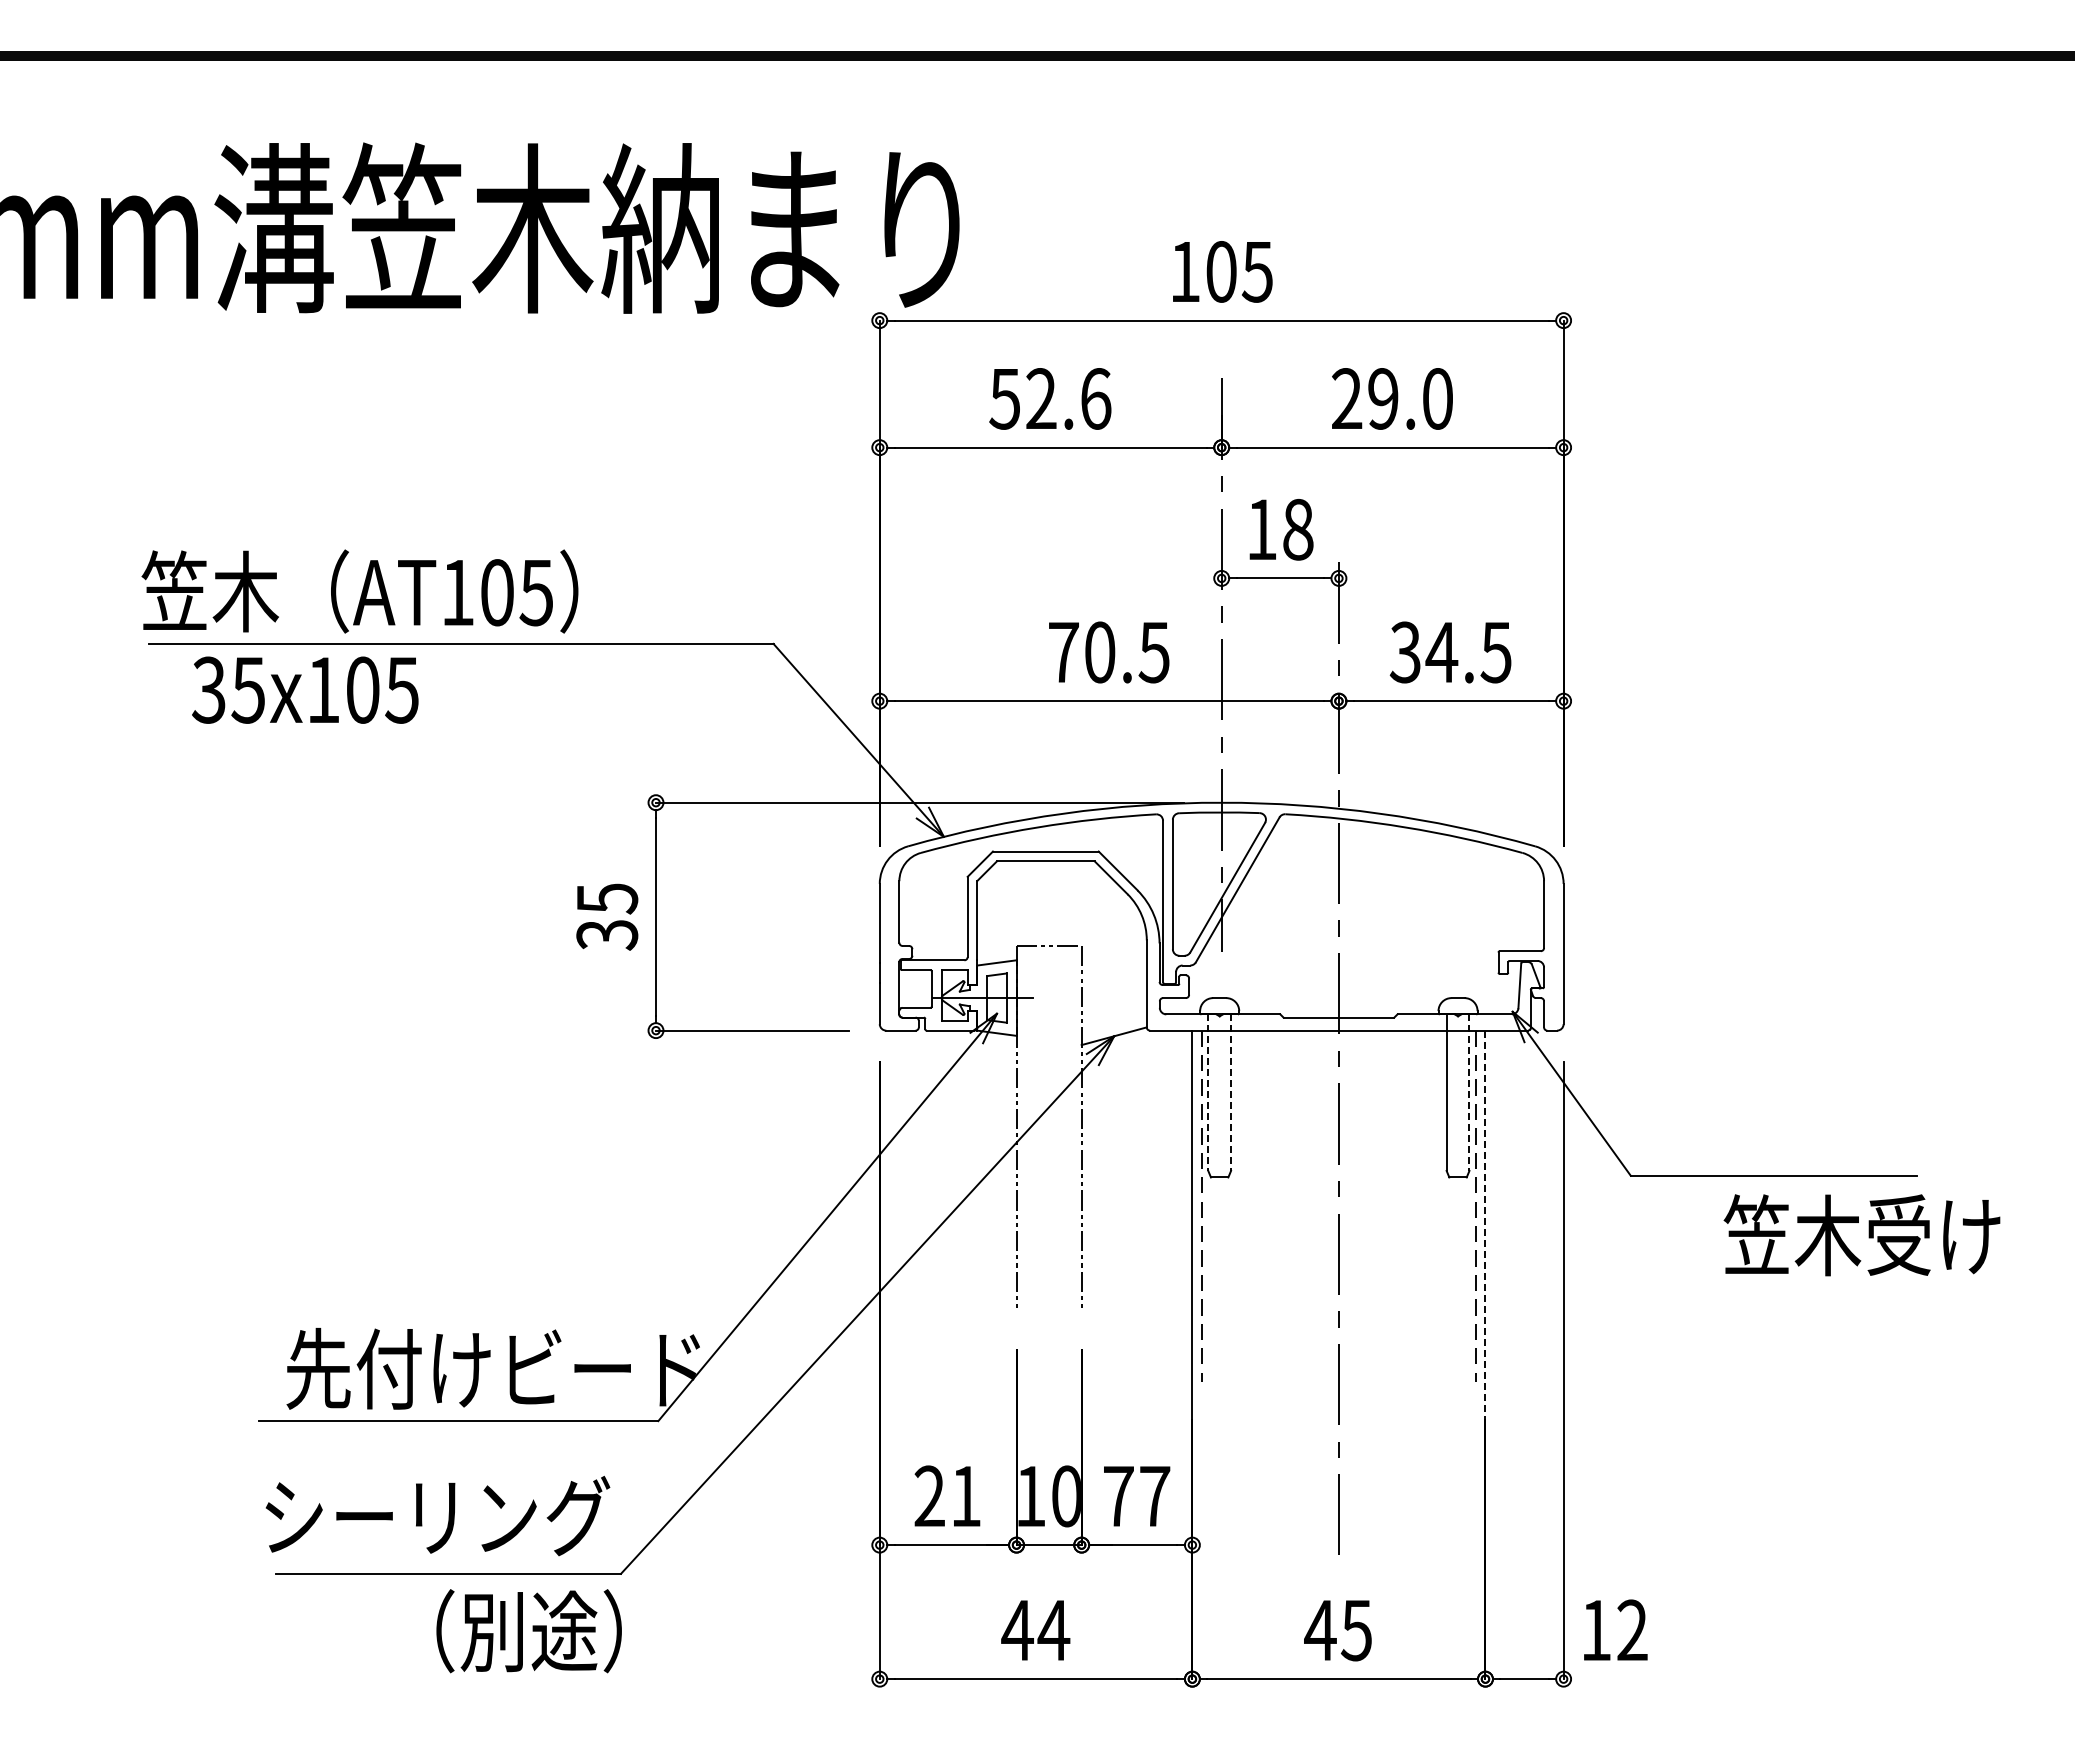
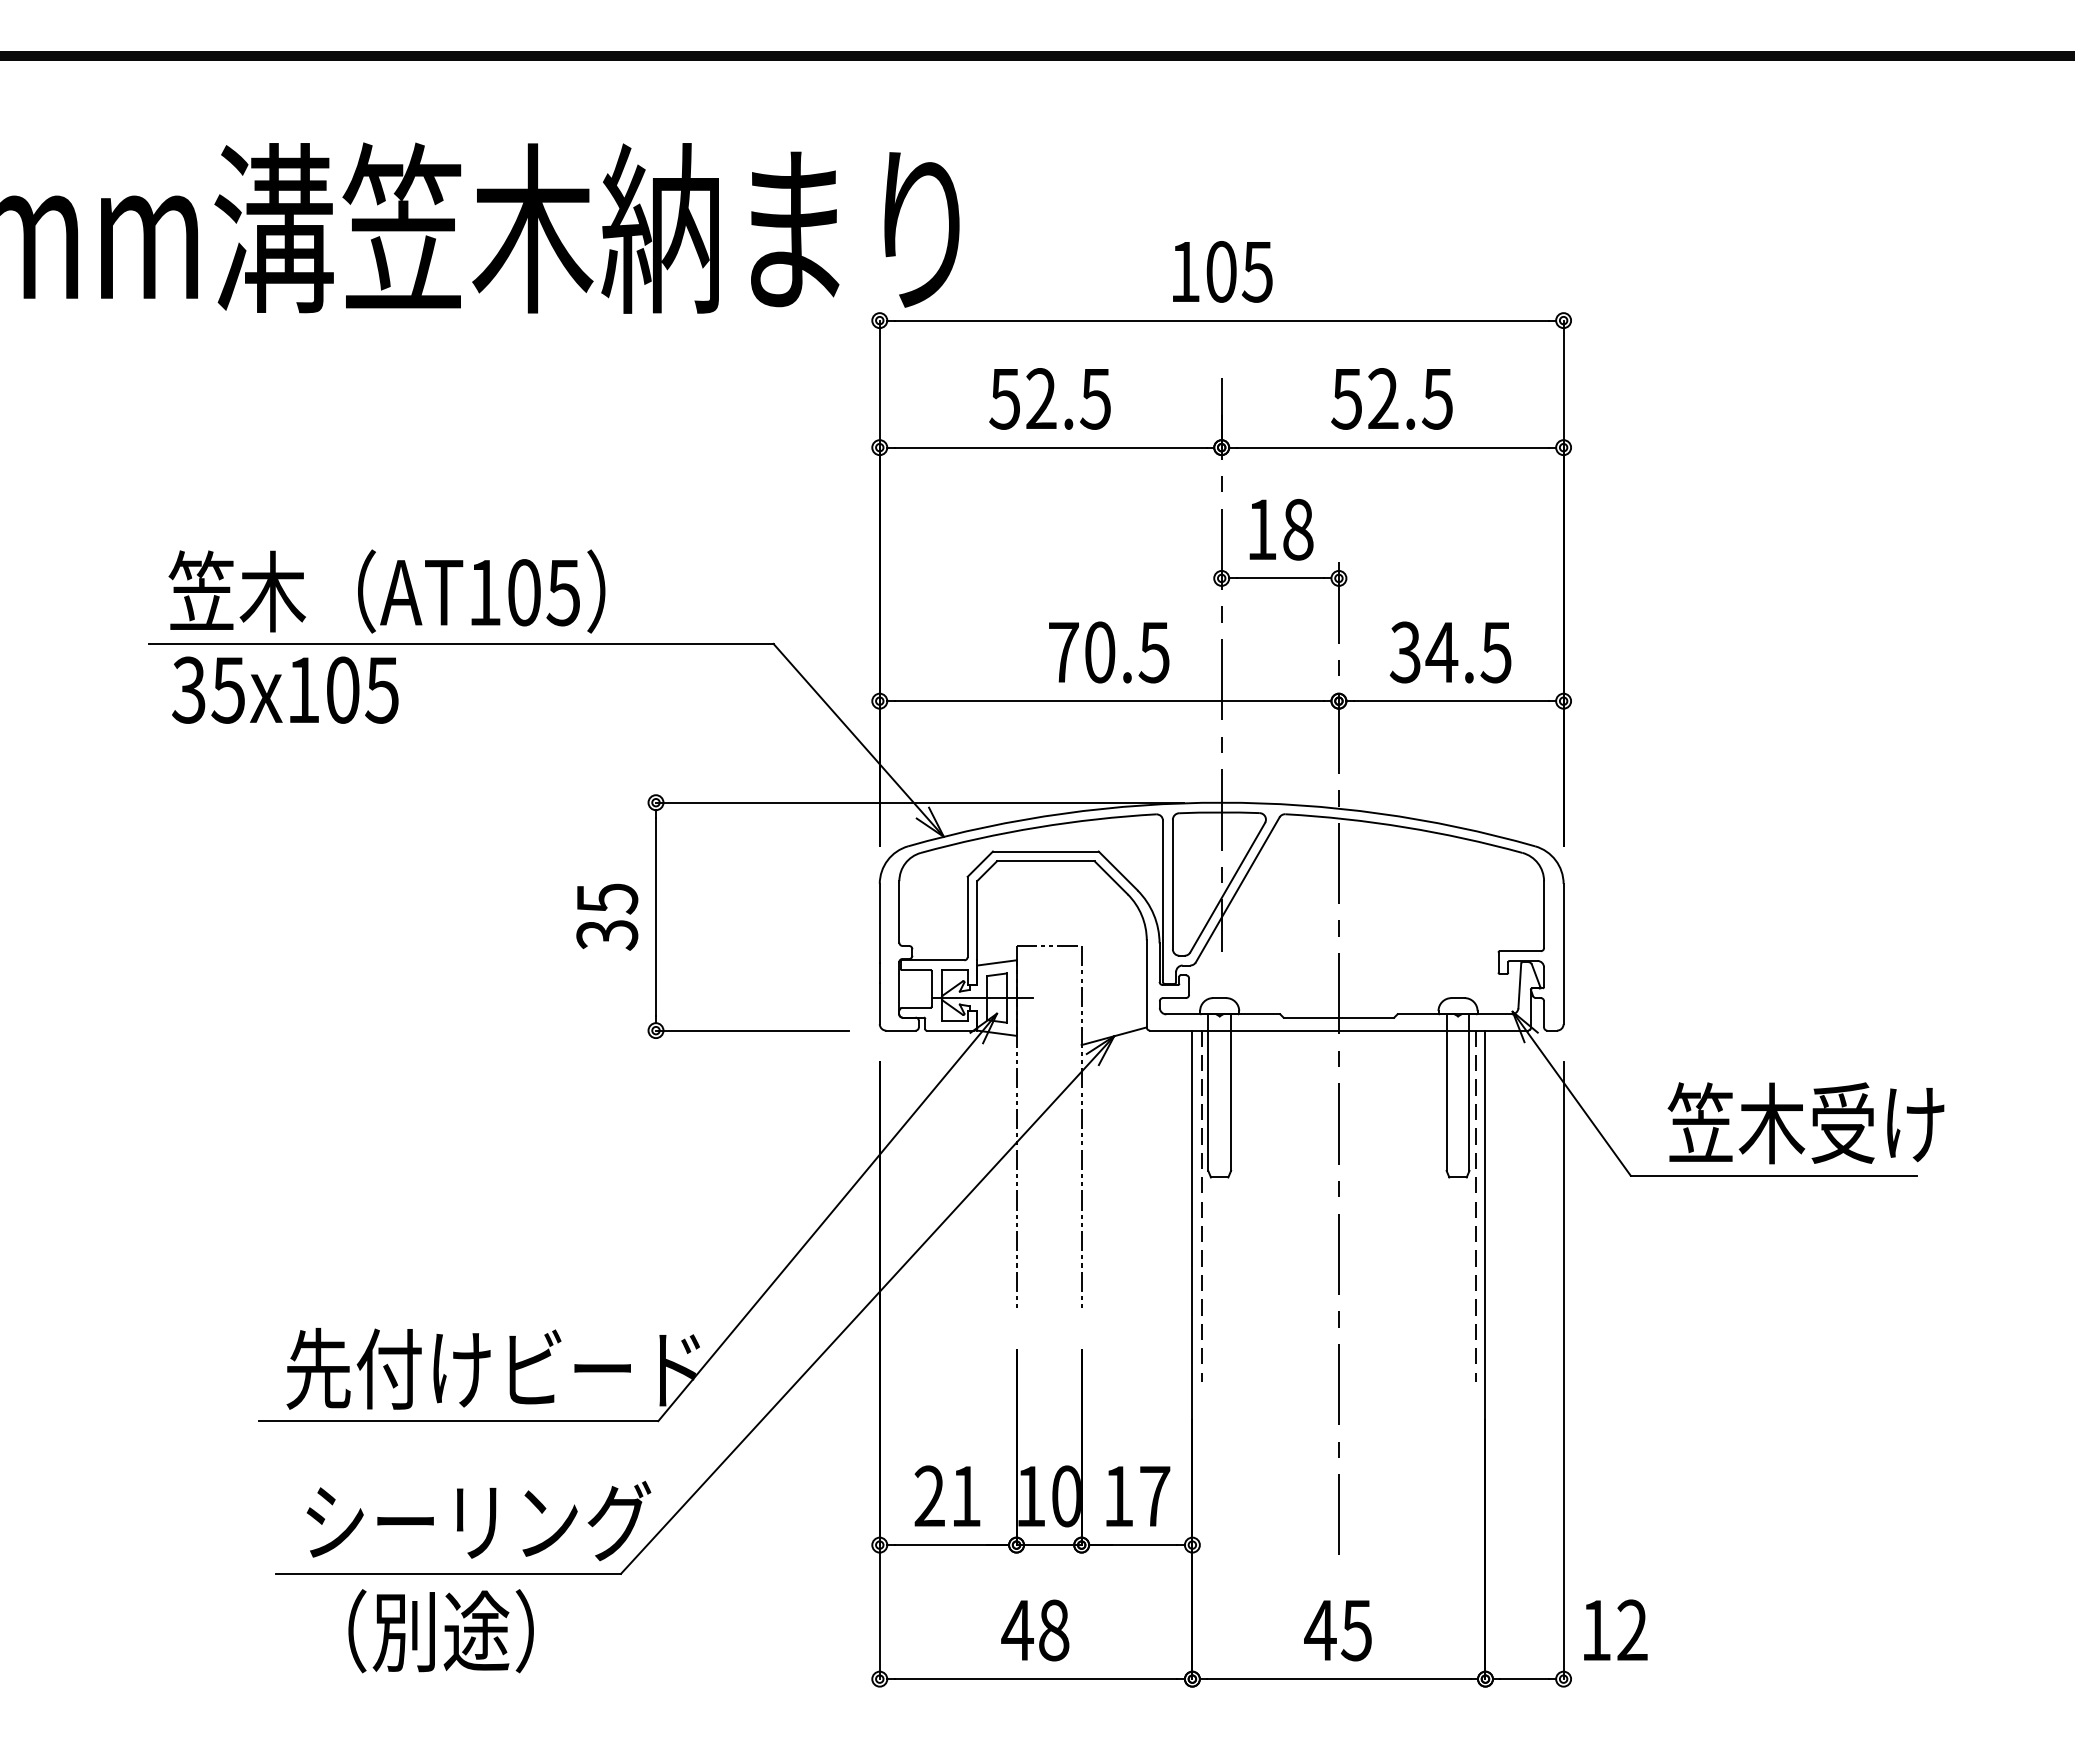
text at (1095, 398): 52.6 -> 52.5
text at (1391, 398): 29.0 -> 52.5
text at (359, 591) position: (359, 591) -> (386, 591)
text at (305, 689) position: (305, 689) -> (285, 689)
line at (1208, 1093): dashed -> solid
line at (1231, 1093): dashed -> solid
line at (1469, 1093): dashed -> solid
line at (1485, 1225): dashed -> solid
text at (1861, 1235) position: (1861, 1235) -> (1805, 1123)
text at (1118, 1496): 77 -> 17
text at (437, 1515) position: (437, 1515) -> (478, 1520)
text at (1053, 1630): 44 -> 48
text at (528, 1631) position: (528, 1631) -> (440, 1631)
